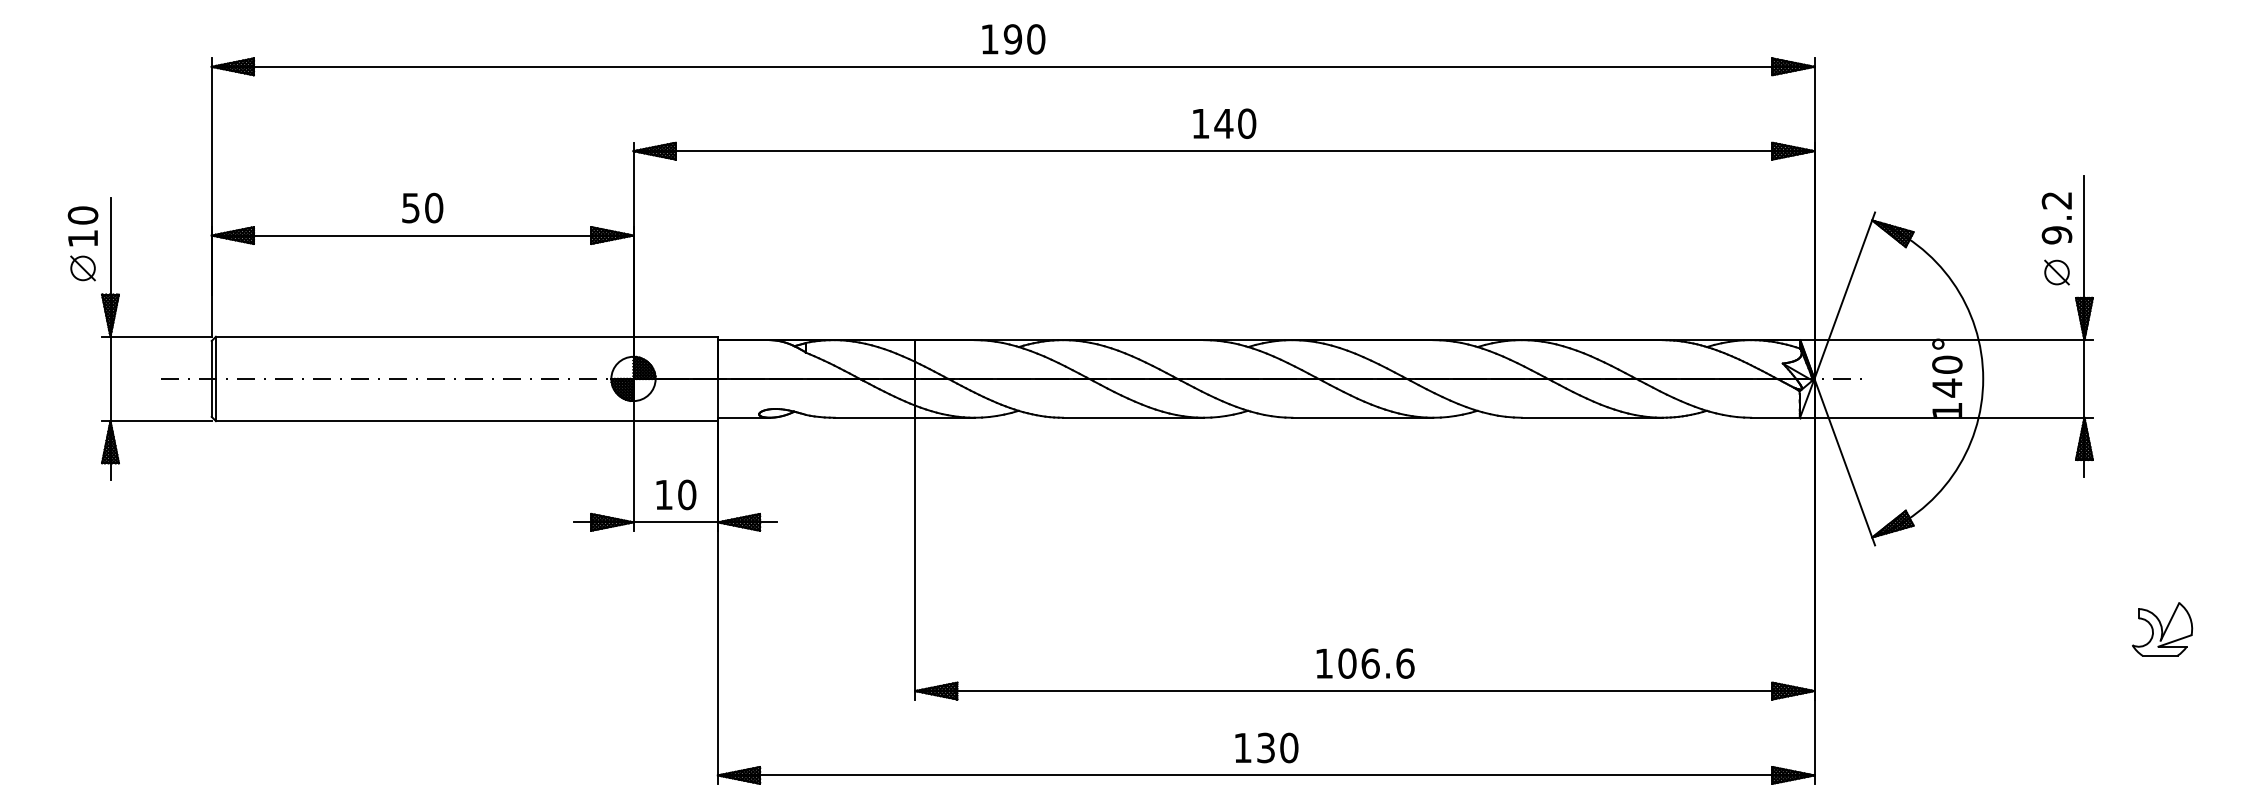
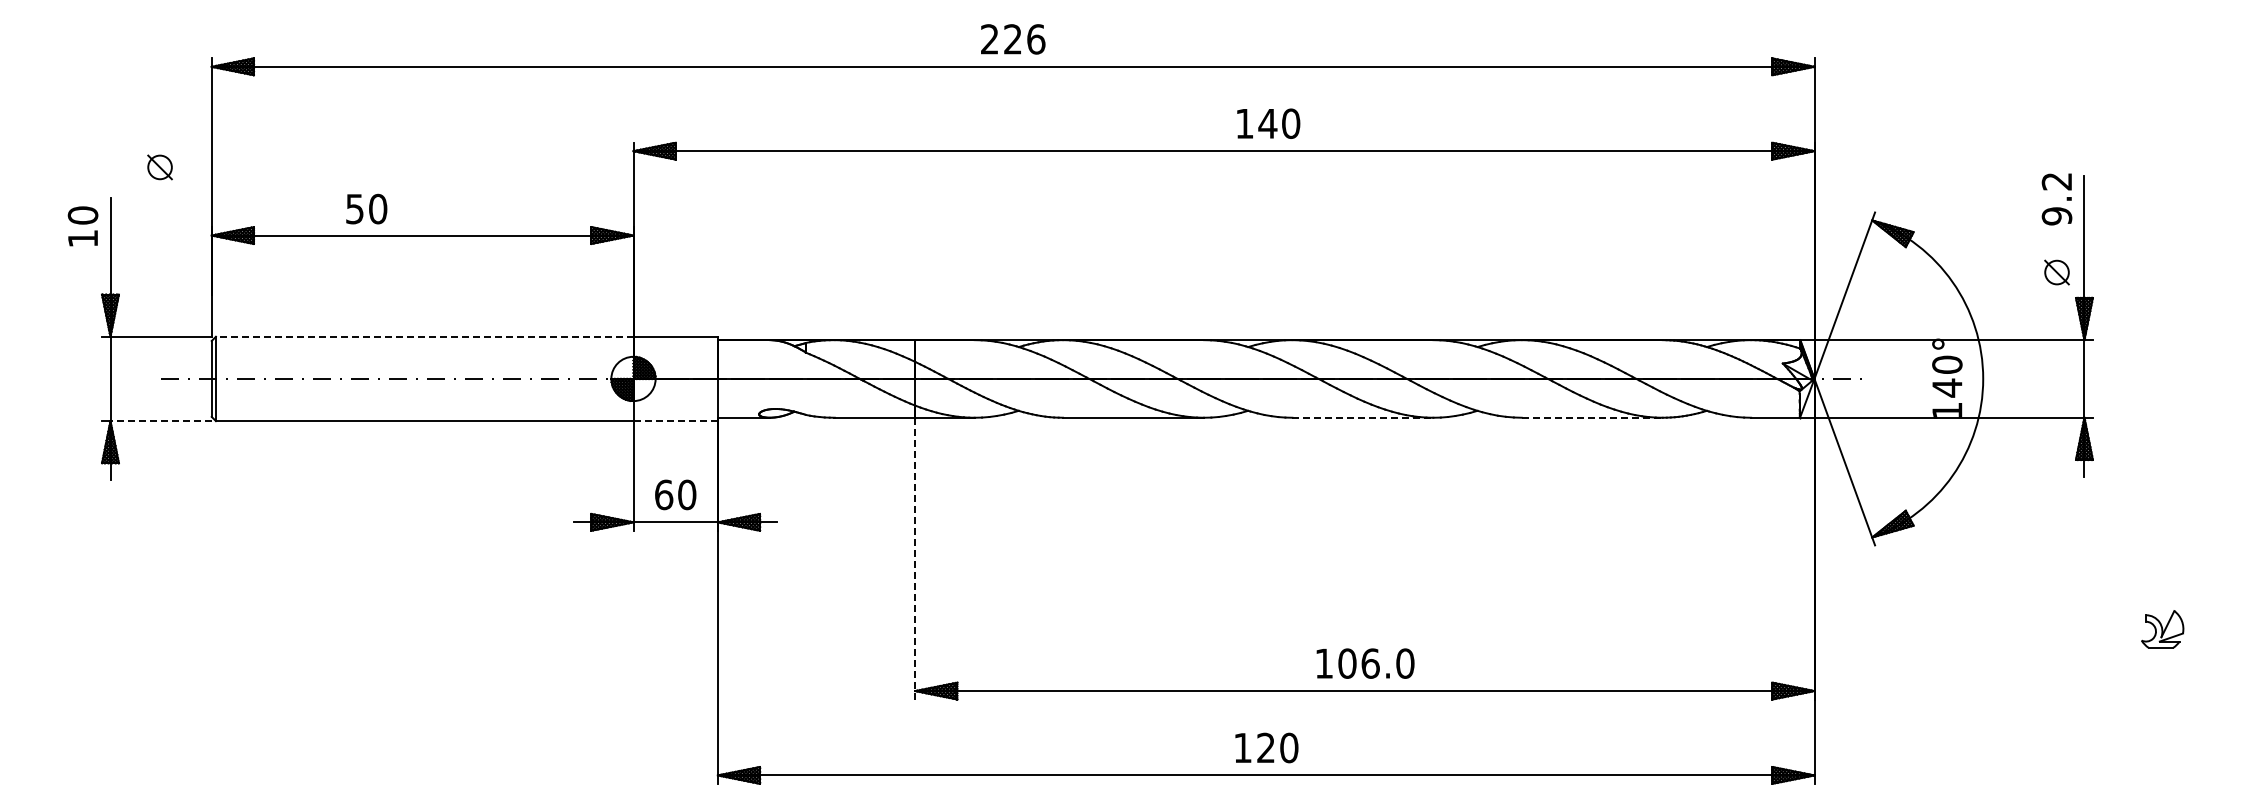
text at (1013, 39): 190 -> 226
text at (1224, 123) position: (1224, 123) -> (1268, 123)
text at (422, 207) position: (422, 207) -> (366, 208)
text at (2056, 218) position: (2056, 218) -> (2056, 199)
part at (82, 268) position: (82, 268) -> (159, 167)
line at (424, 336): solid -> dashed
line at (1363, 417): solid -> dashed
line at (1592, 417): solid -> dashed
line at (161, 421): solid -> dashed
line at (676, 421): solid -> dashed
text at (664, 494): 10 -> 60
line at (915, 558): solid -> dashed
part at (2162, 629) size: 62x55 px -> 44x39 px
text at (1405, 663): 106.6 -> 106.0
text at (1265, 748): 130 -> 120
